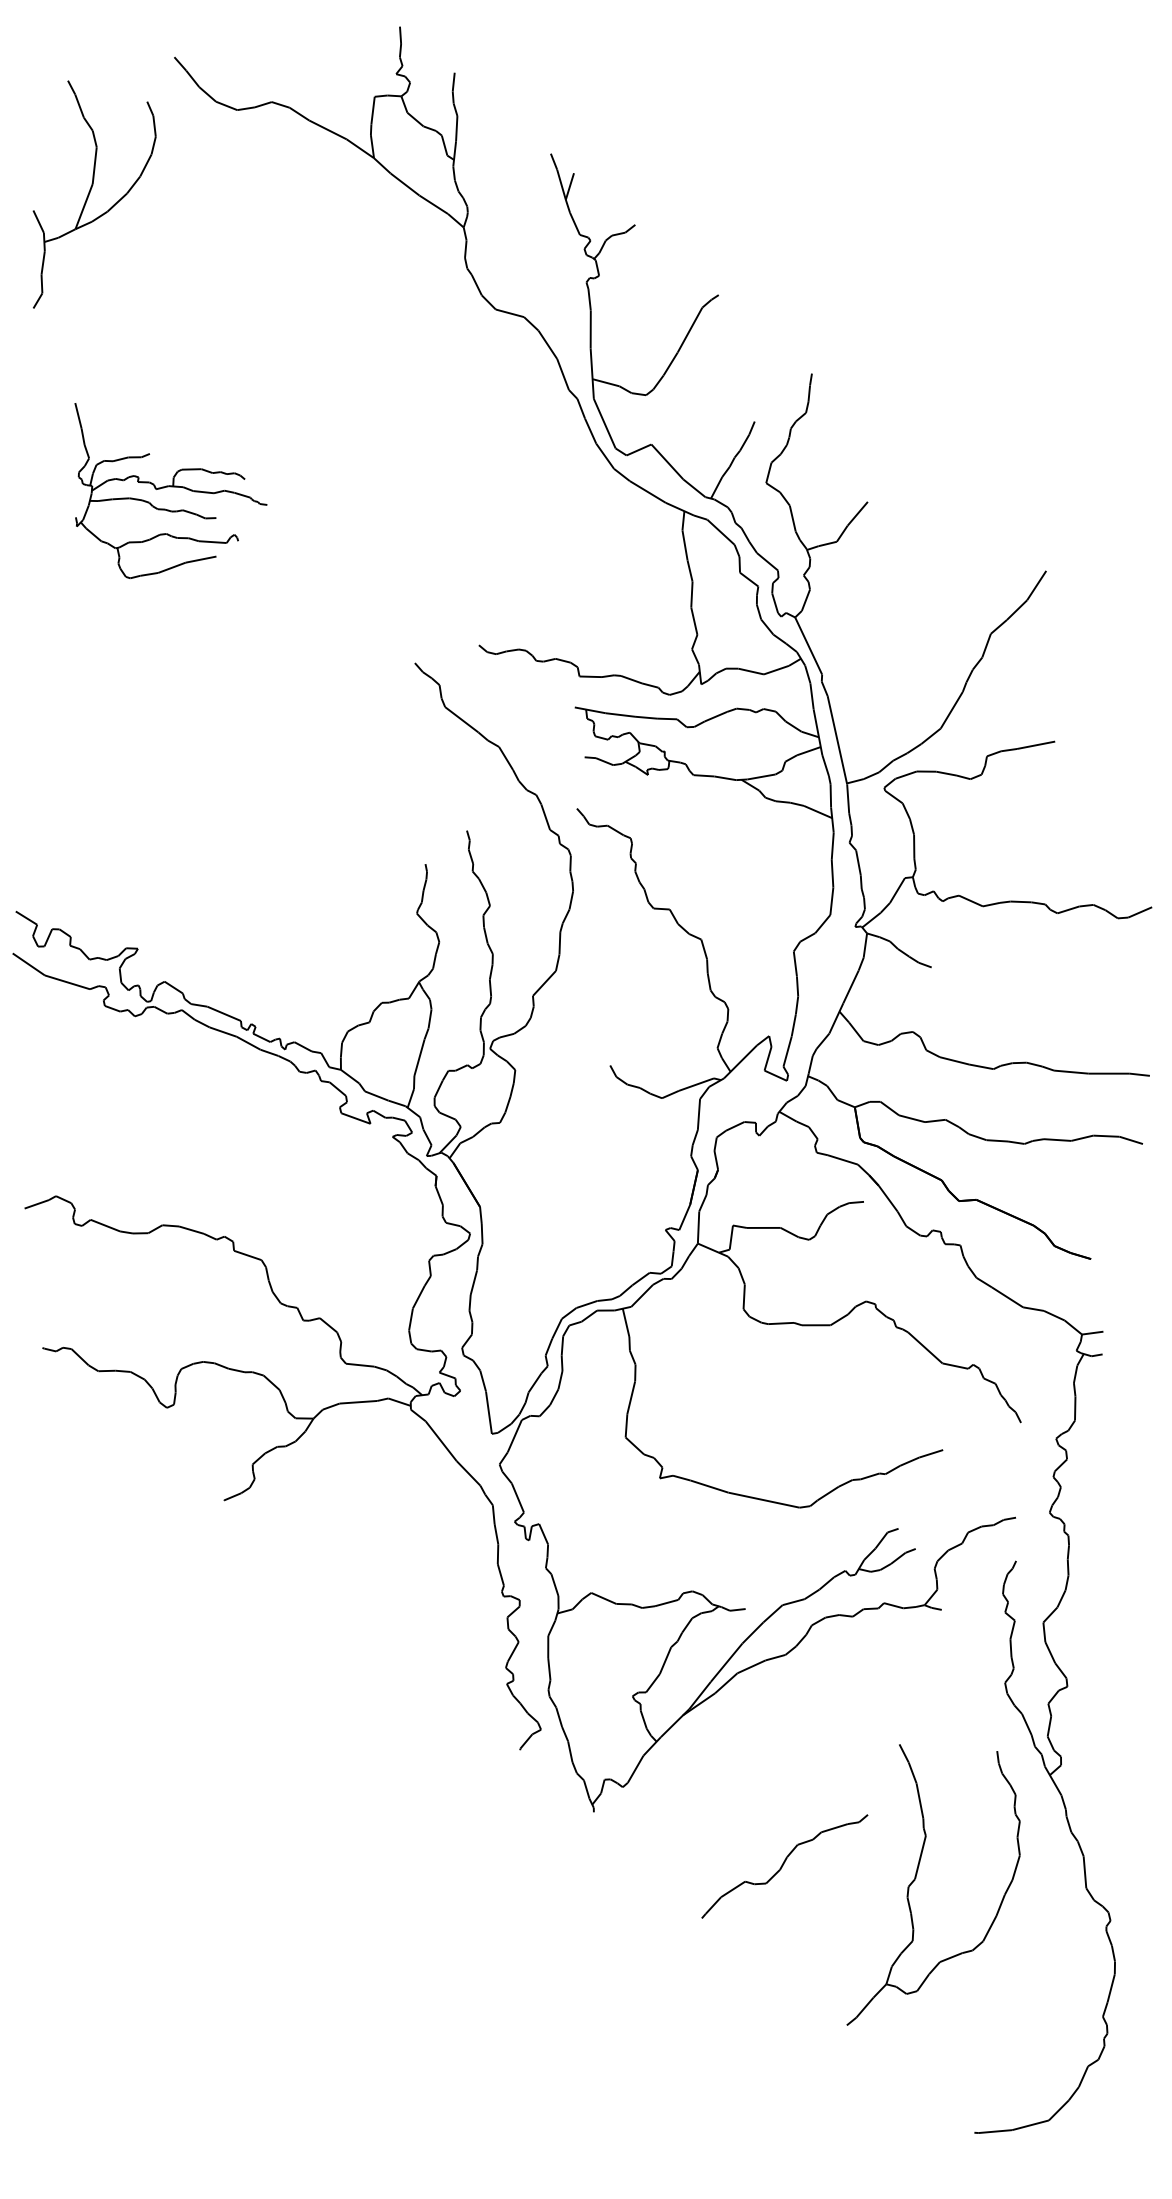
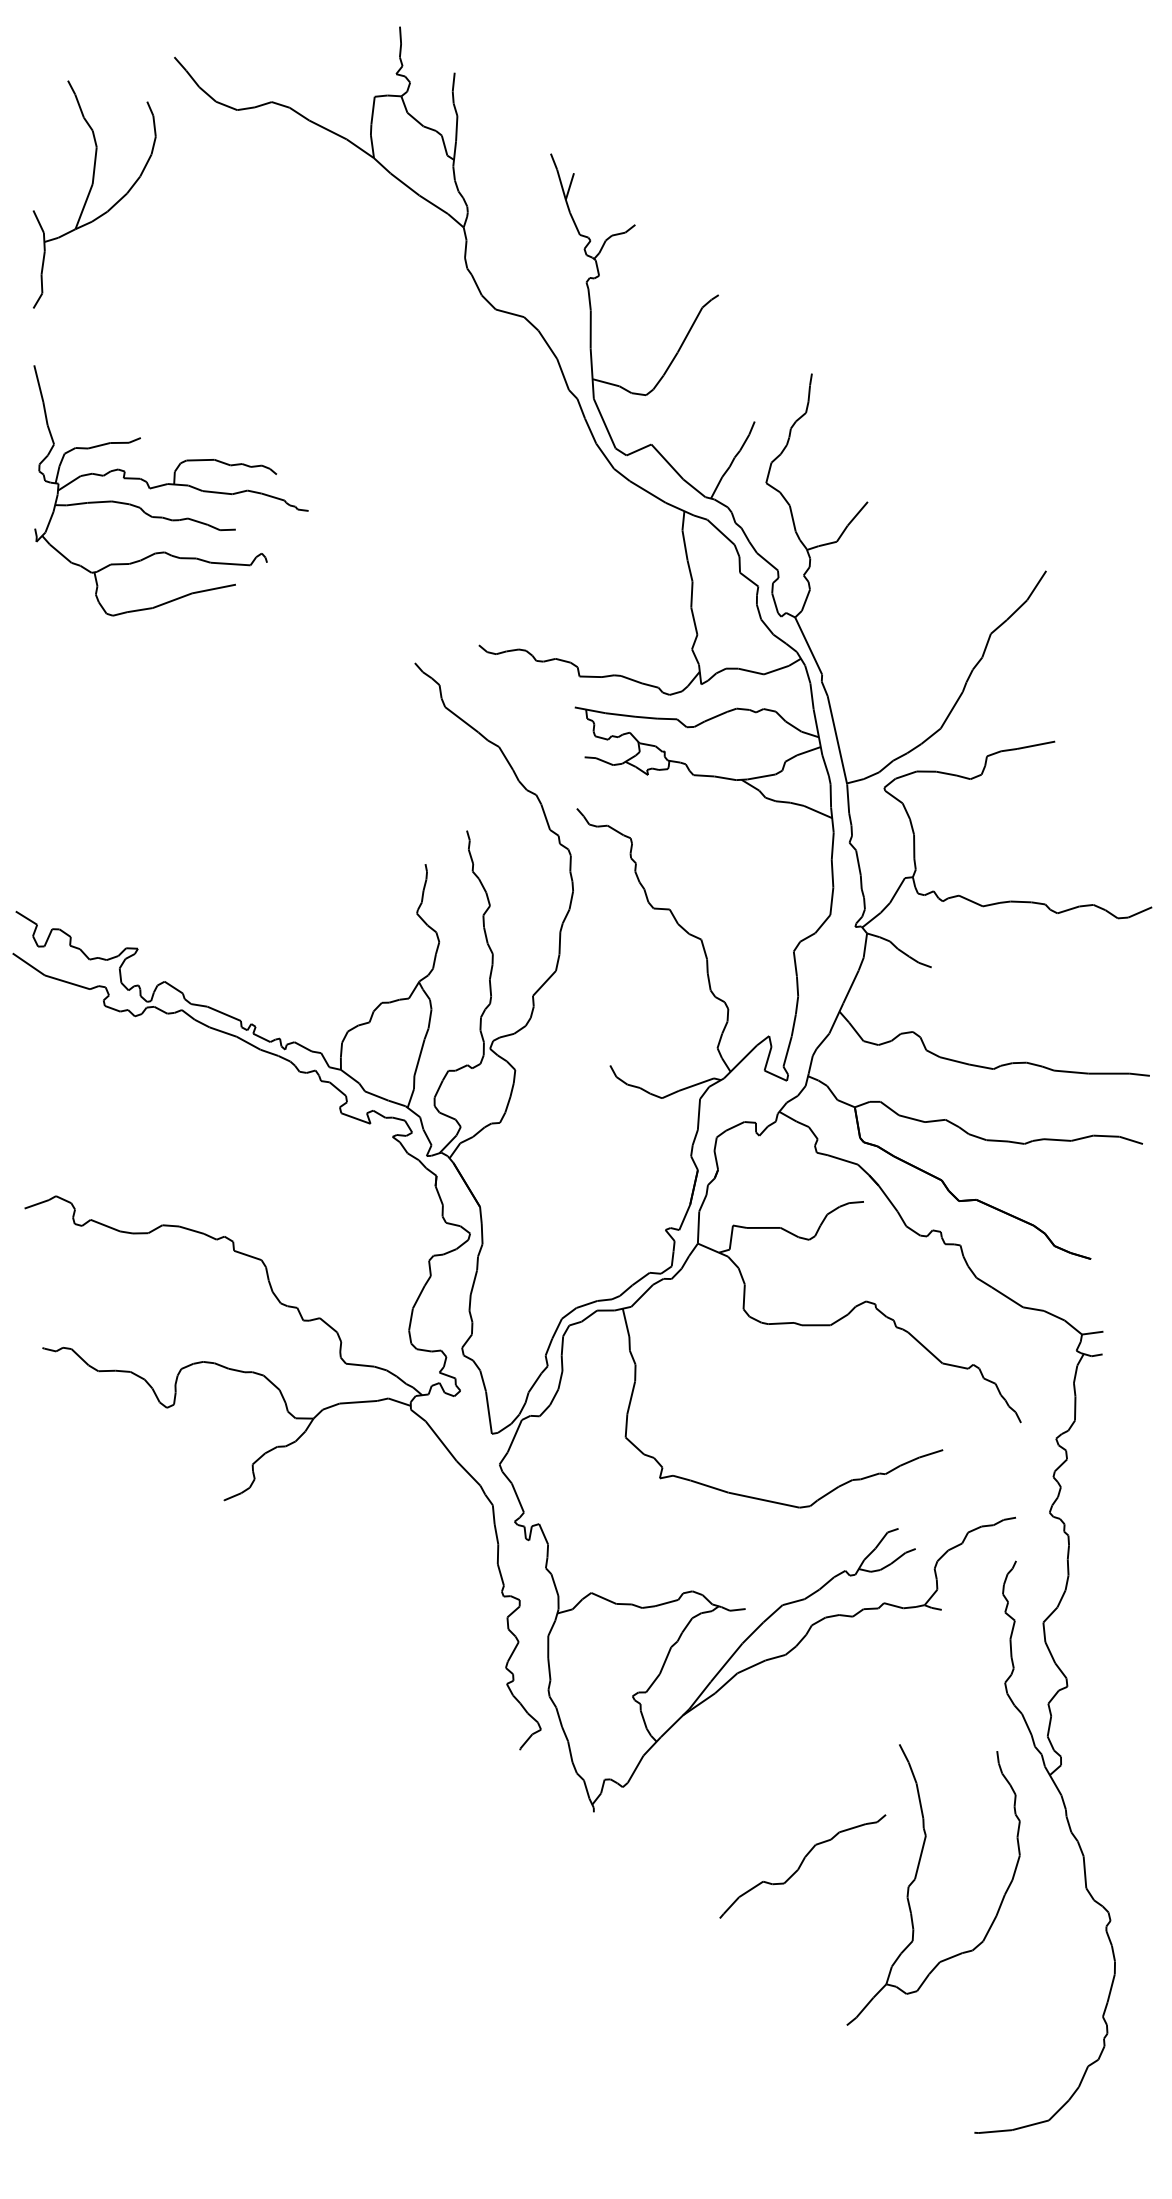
part at (170, 490) size: 194x176 px -> 276x252 px
curve at (783, 1865) position: (783, 1865) -> (801, 1865)
